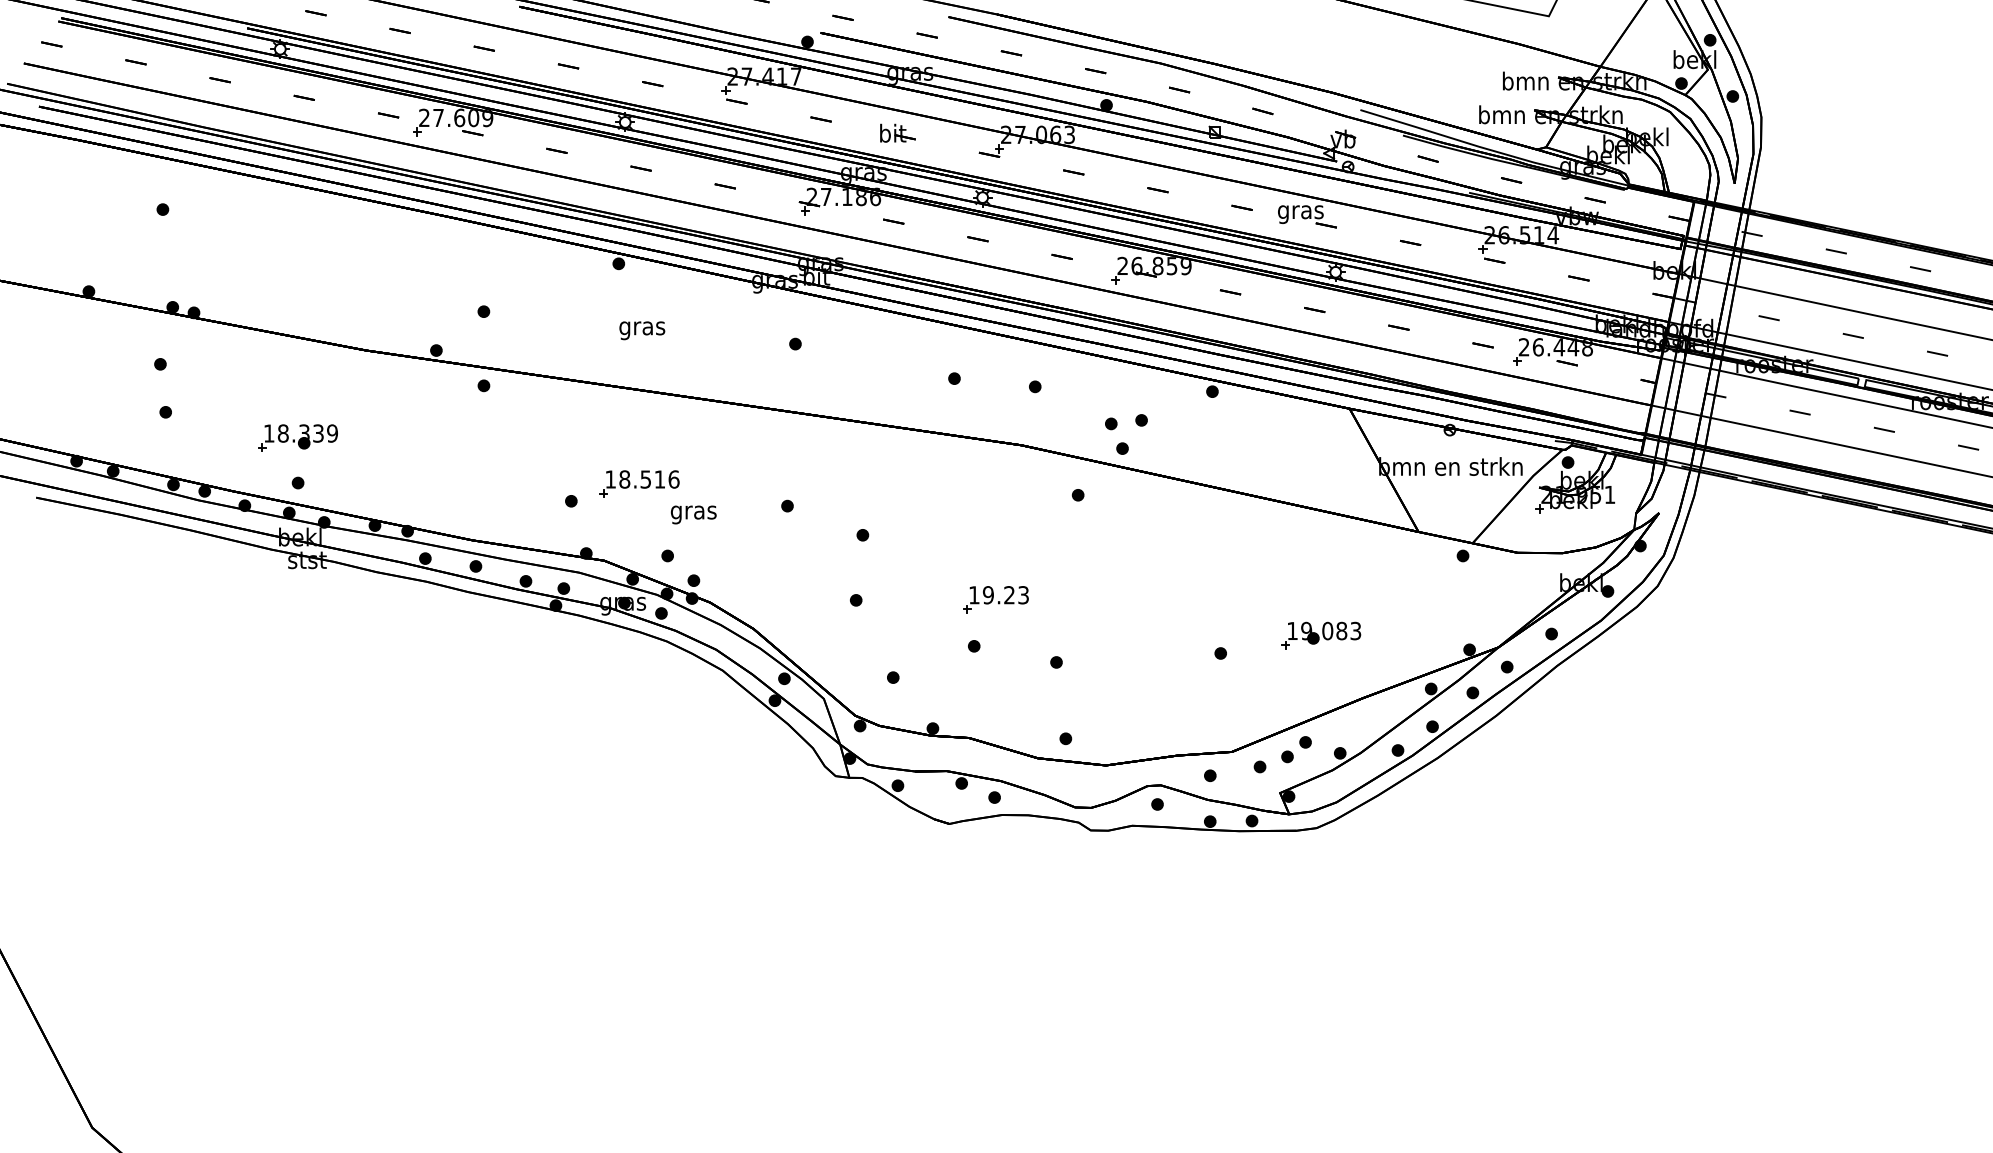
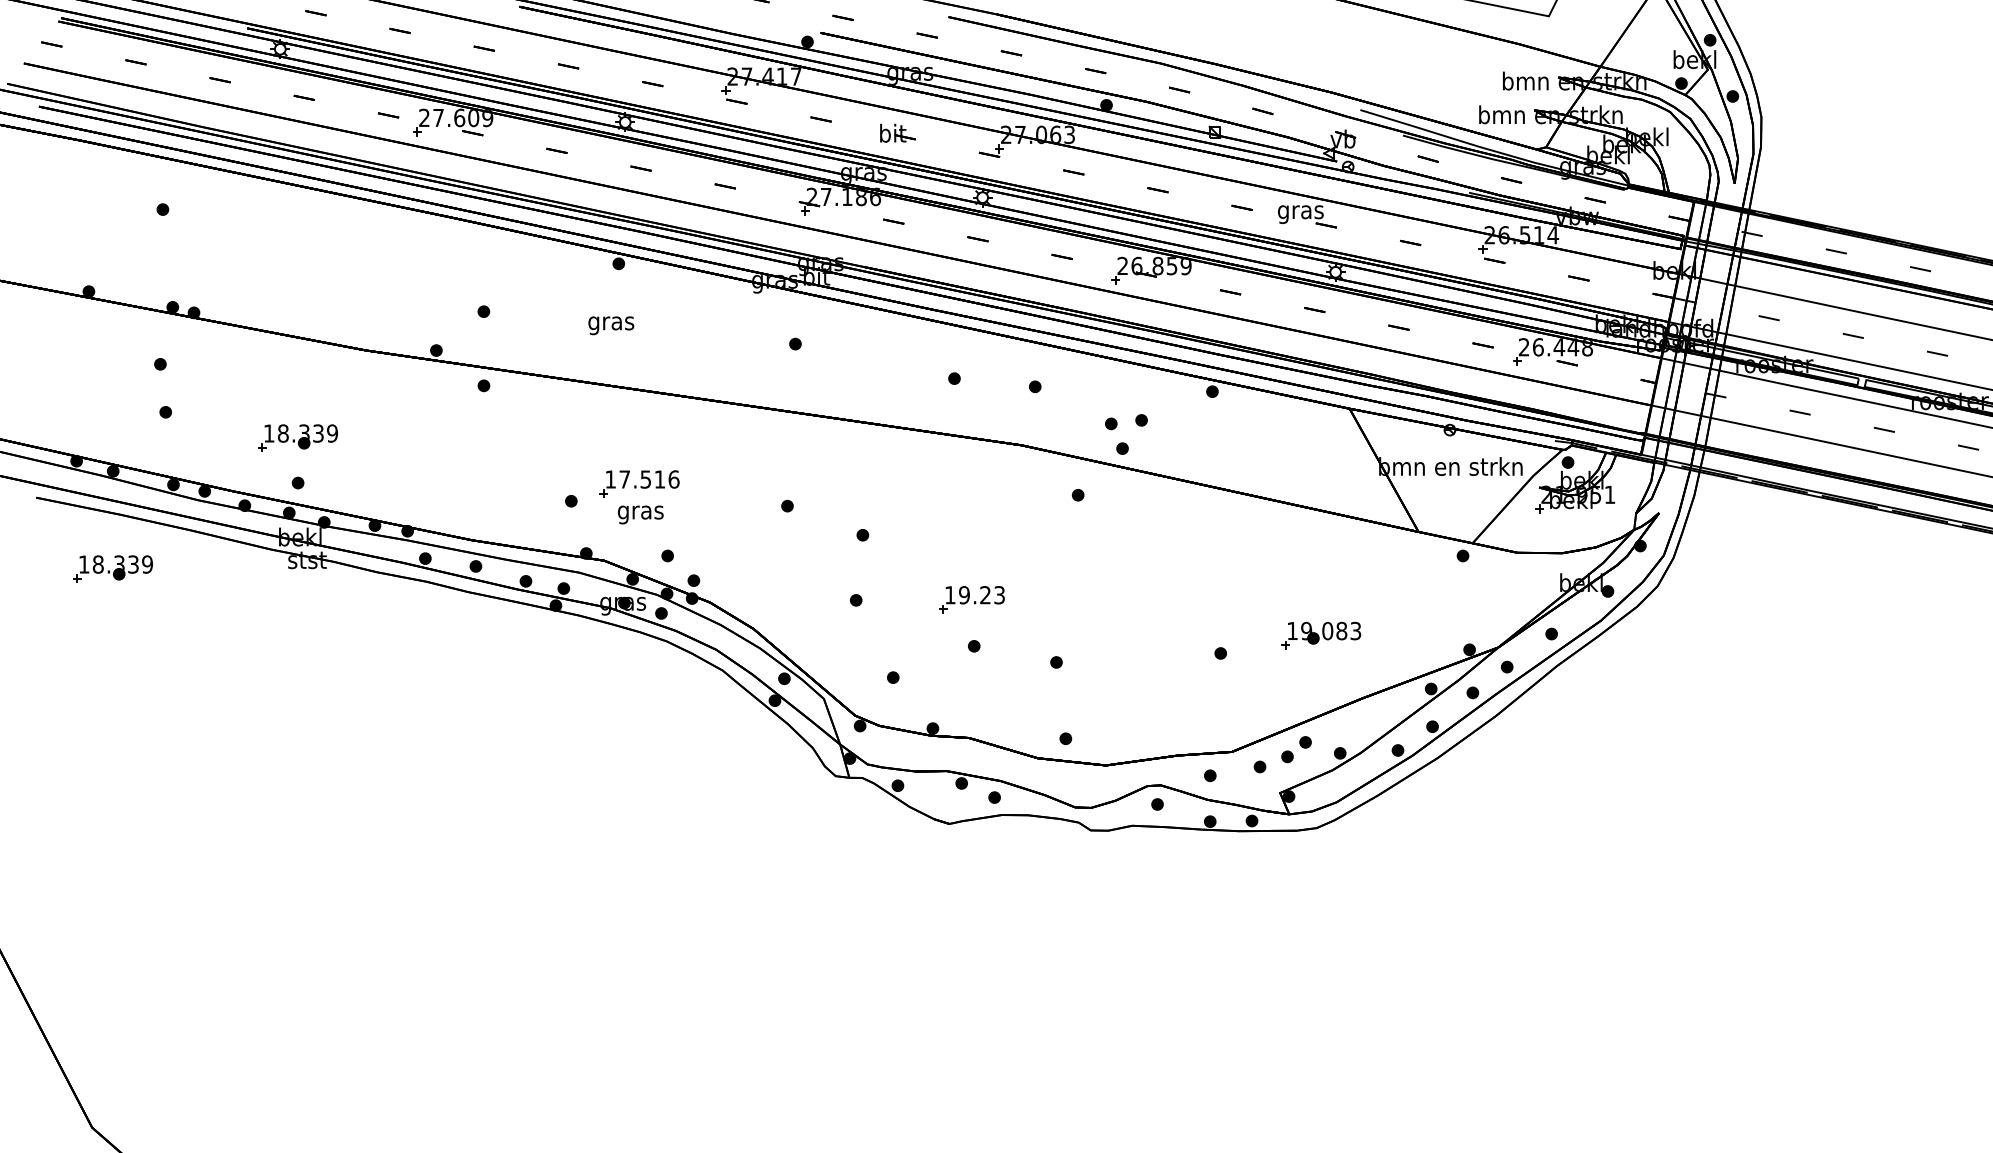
text at (642, 330) position: (642, 330) -> (611, 325)
text at (624, 479): 18.516 -> 17.516
text at (693, 514) position: (693, 514) -> (640, 514)
part at (112, 568): none -> present
part at (995, 599) position: (995, 599) -> (971, 599)
